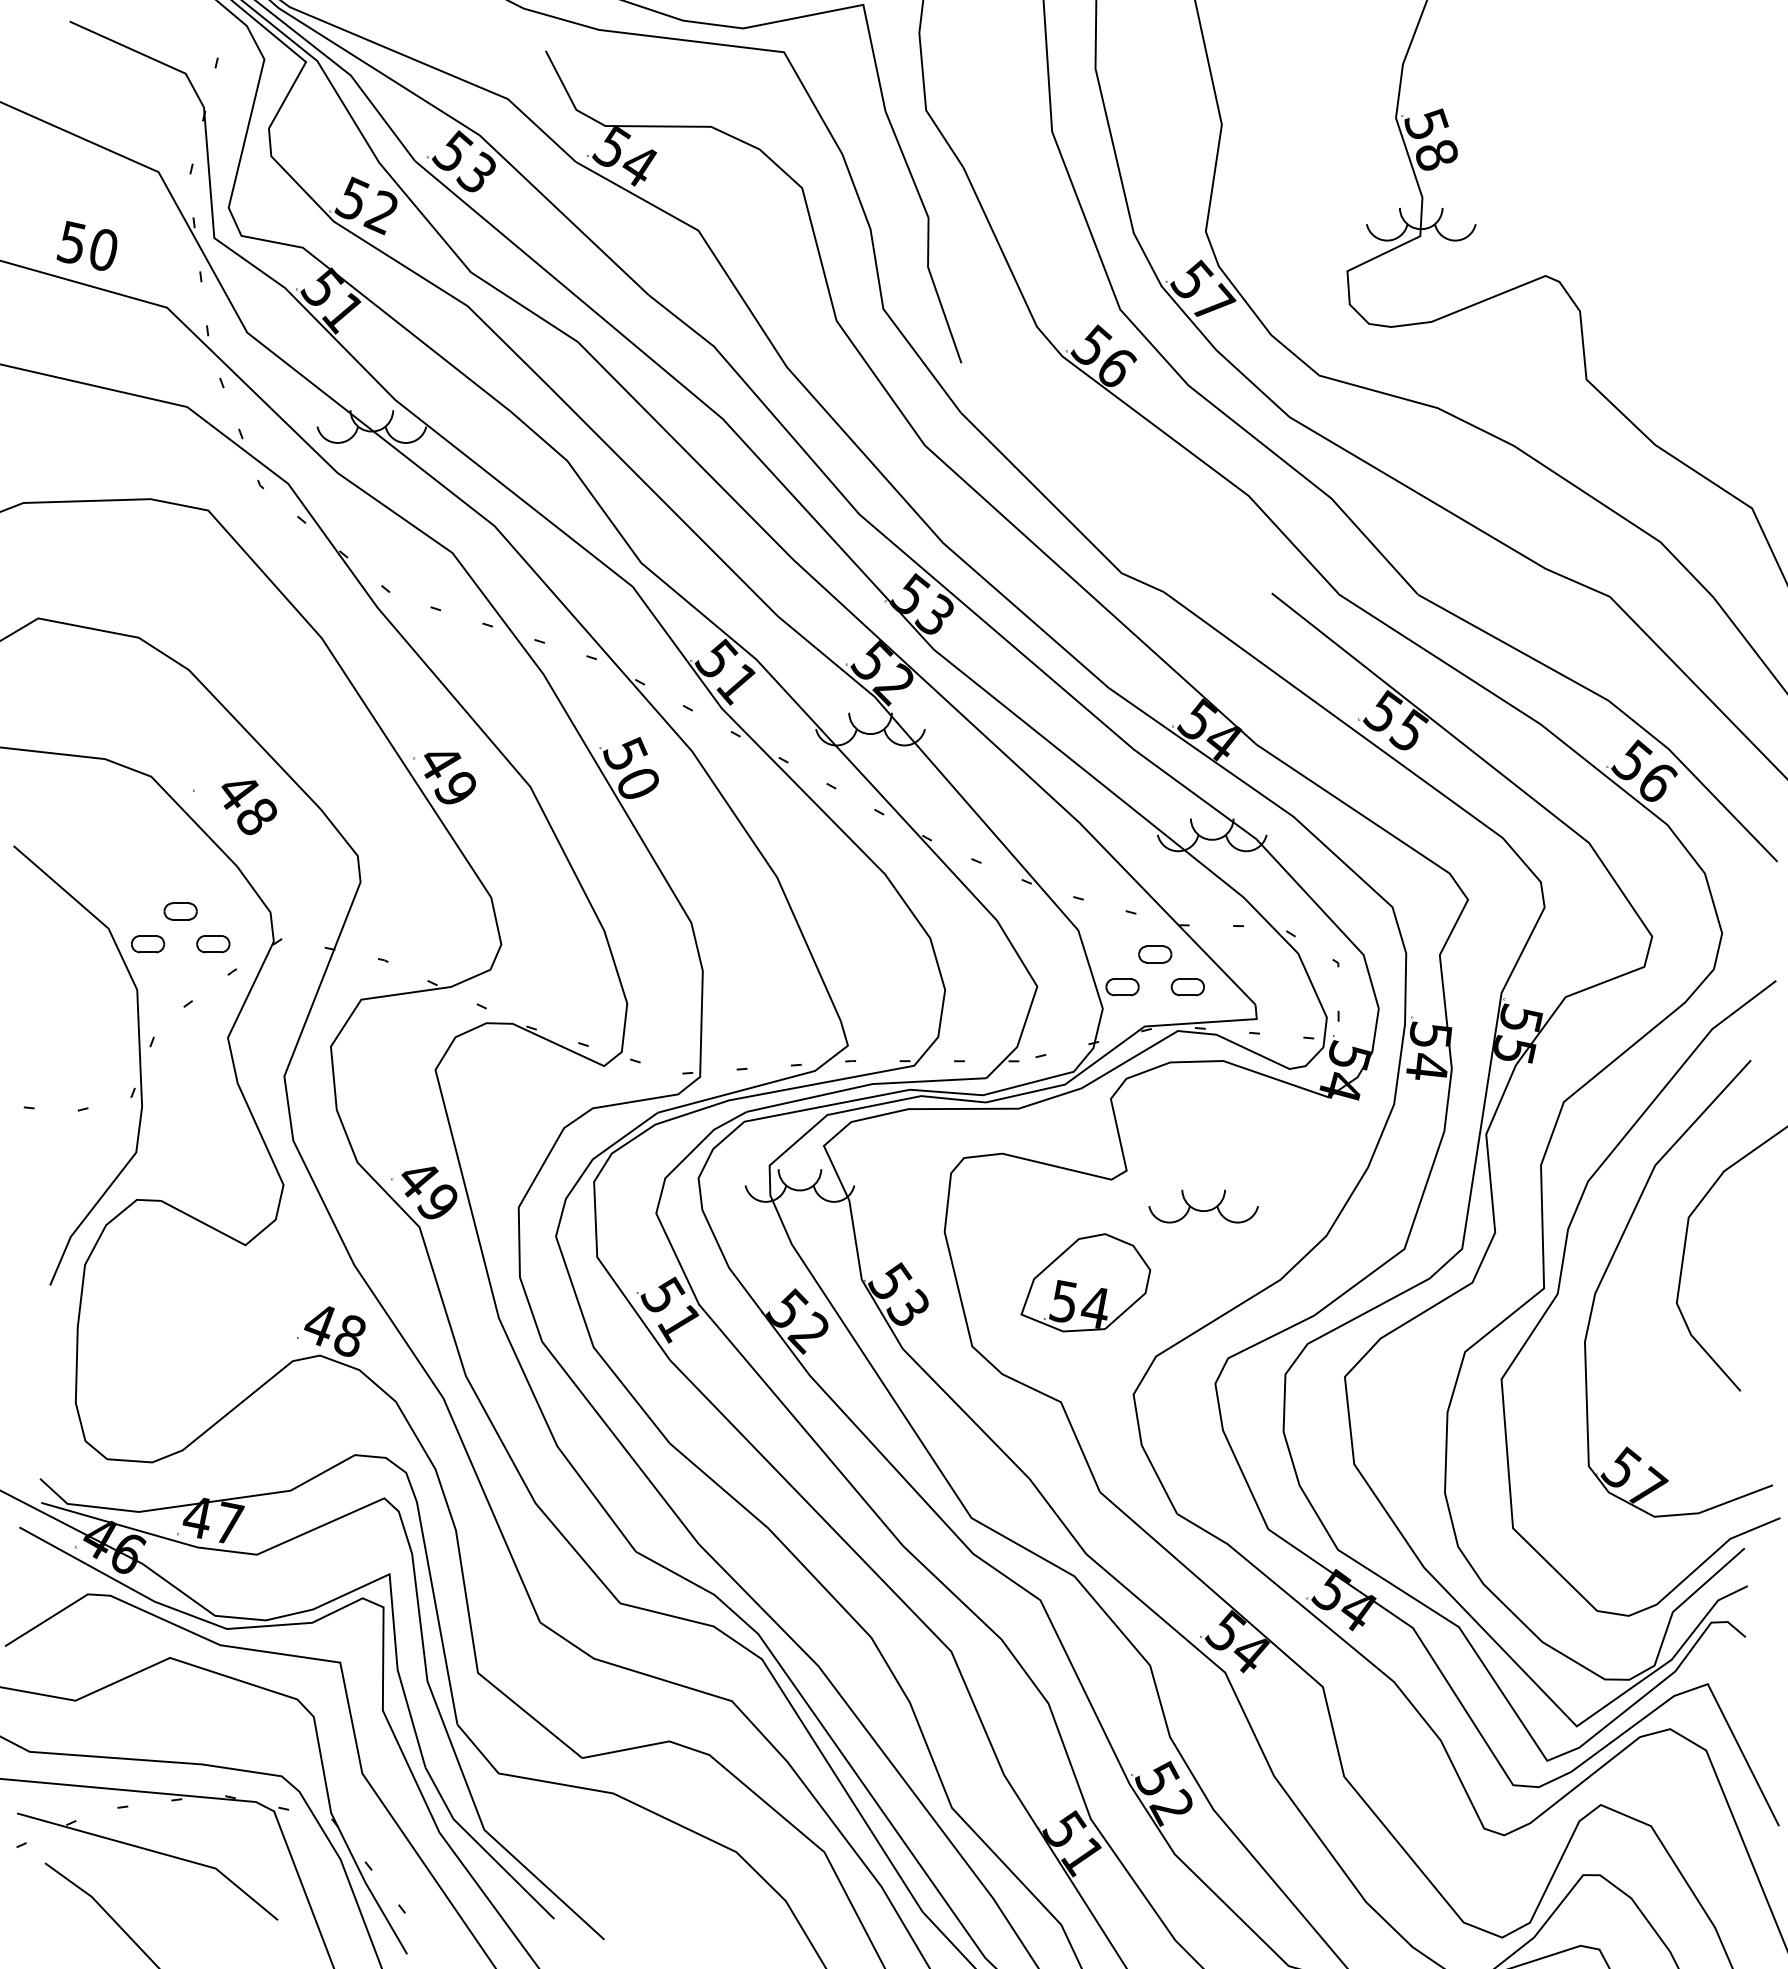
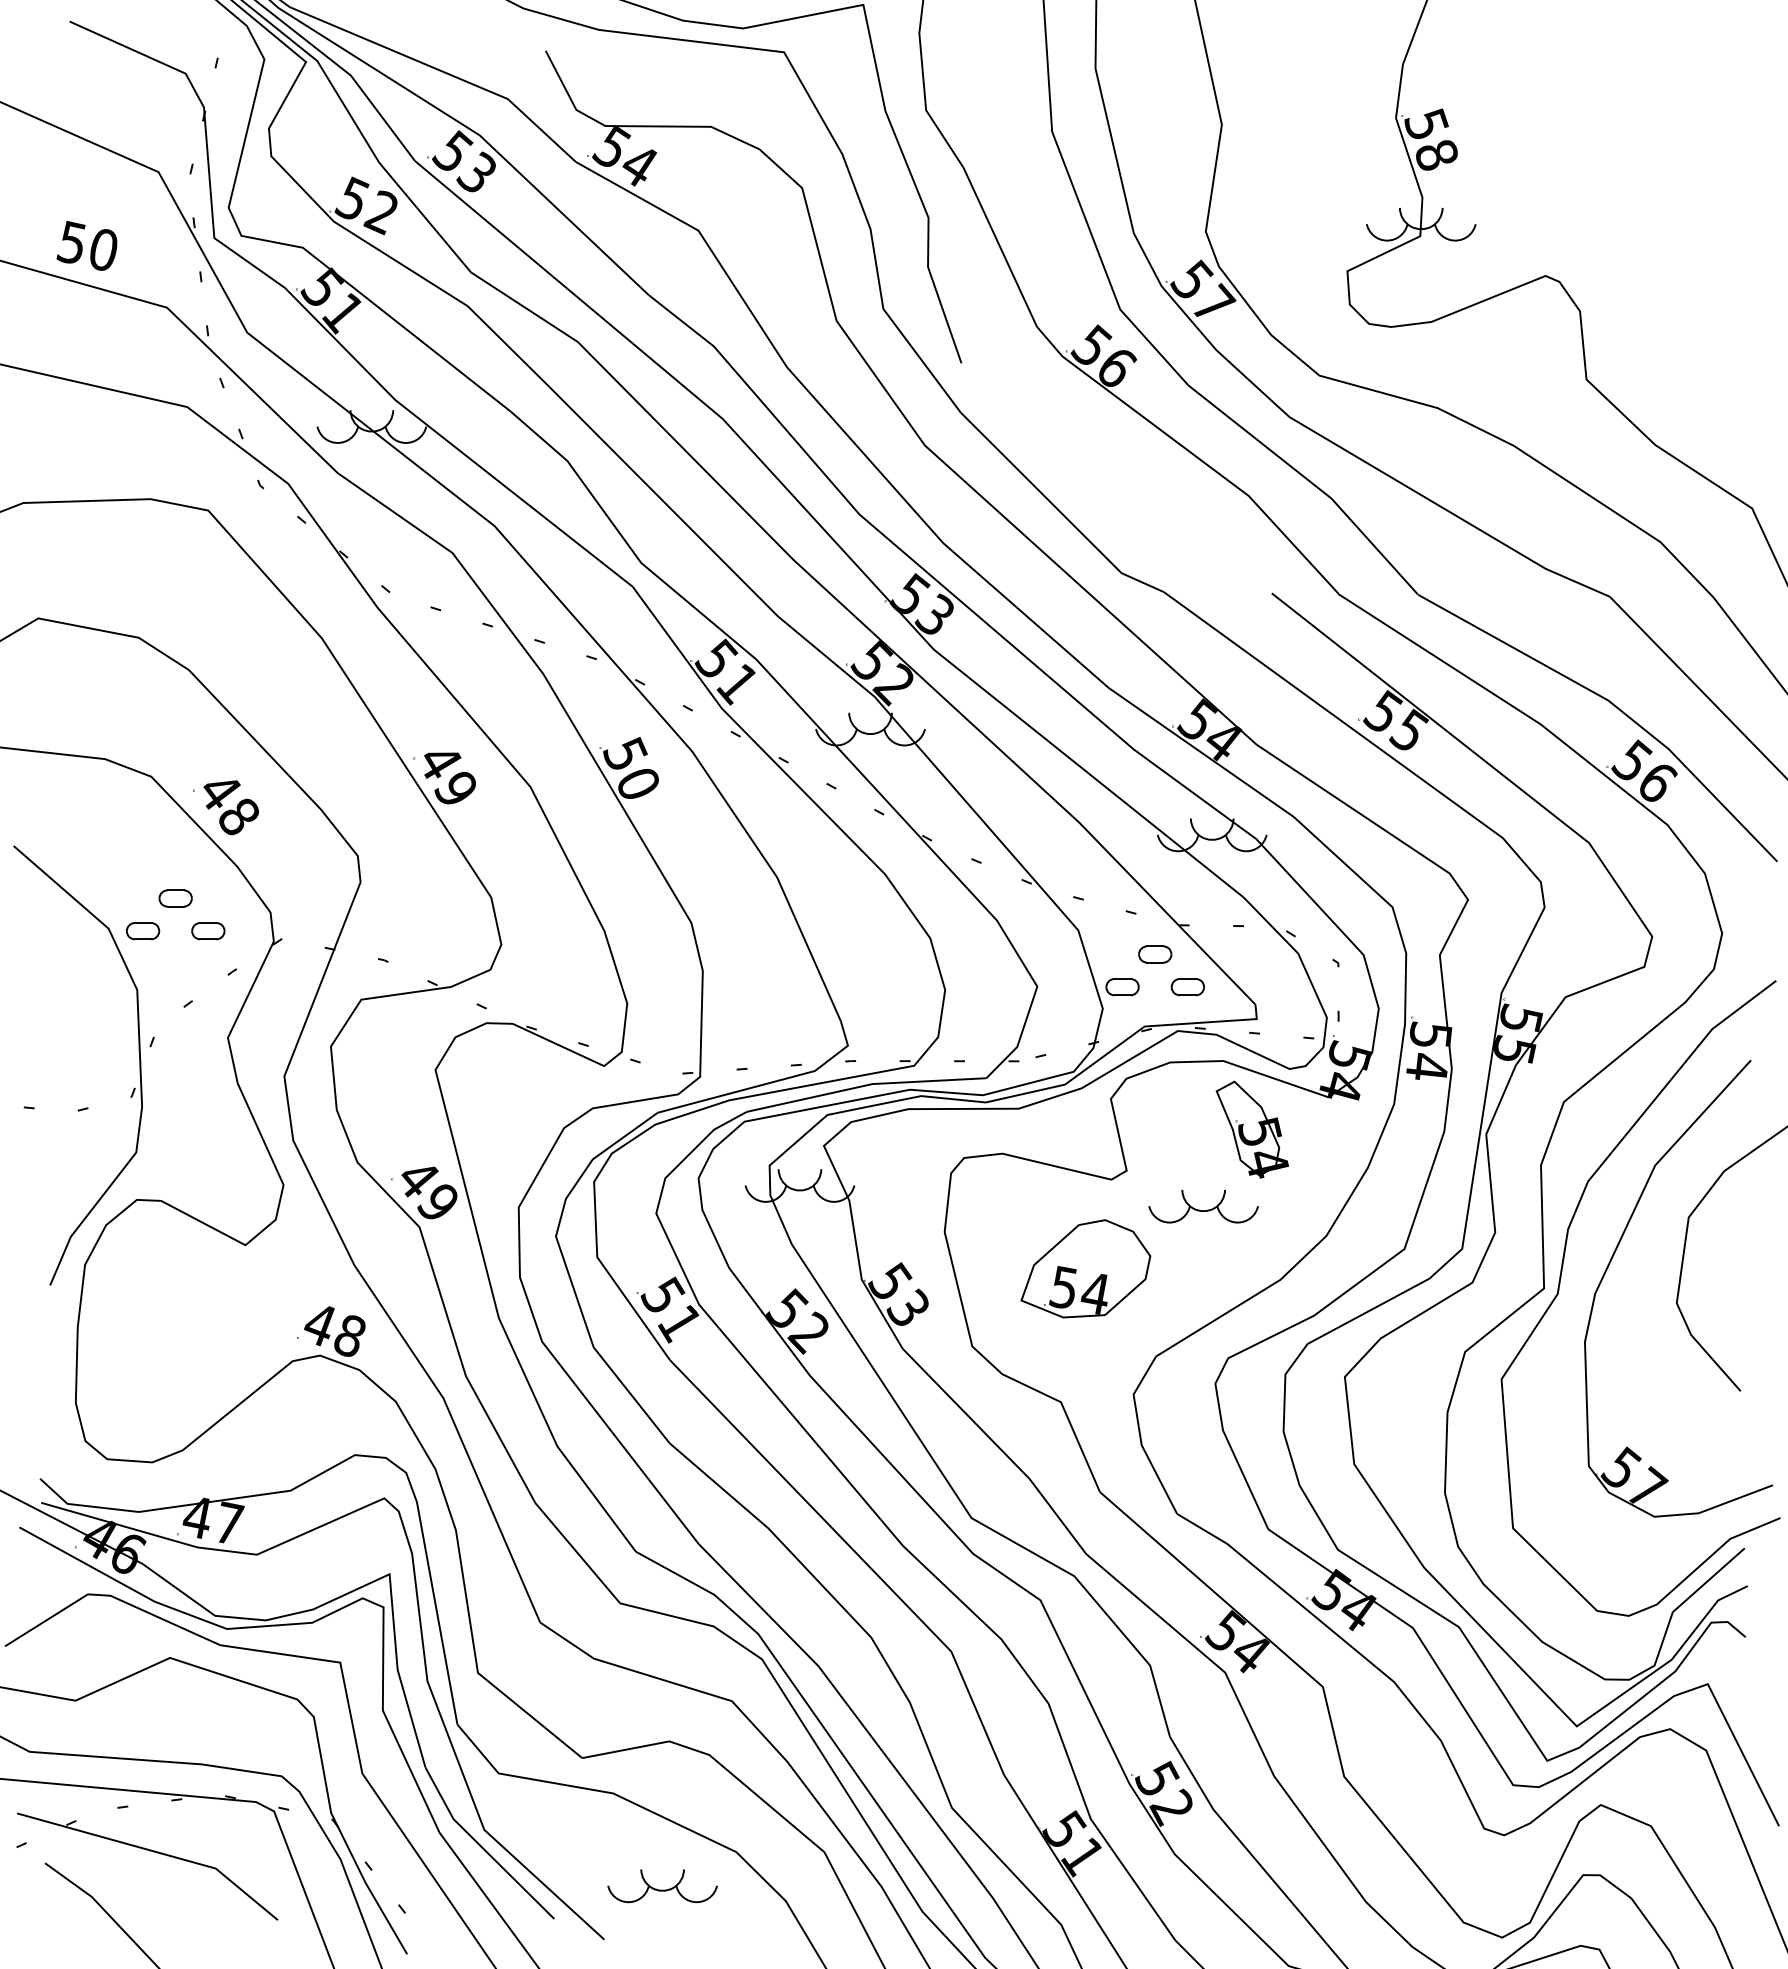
text at (248, 807) position: (248, 807) -> (230, 807)
part at (180, 920) position: (180, 920) -> (175, 907)
part at (1251, 1129): none -> present
part at (1085, 1282) position: (1085, 1282) -> (1085, 1268)
part at (662, 1886): none -> present
